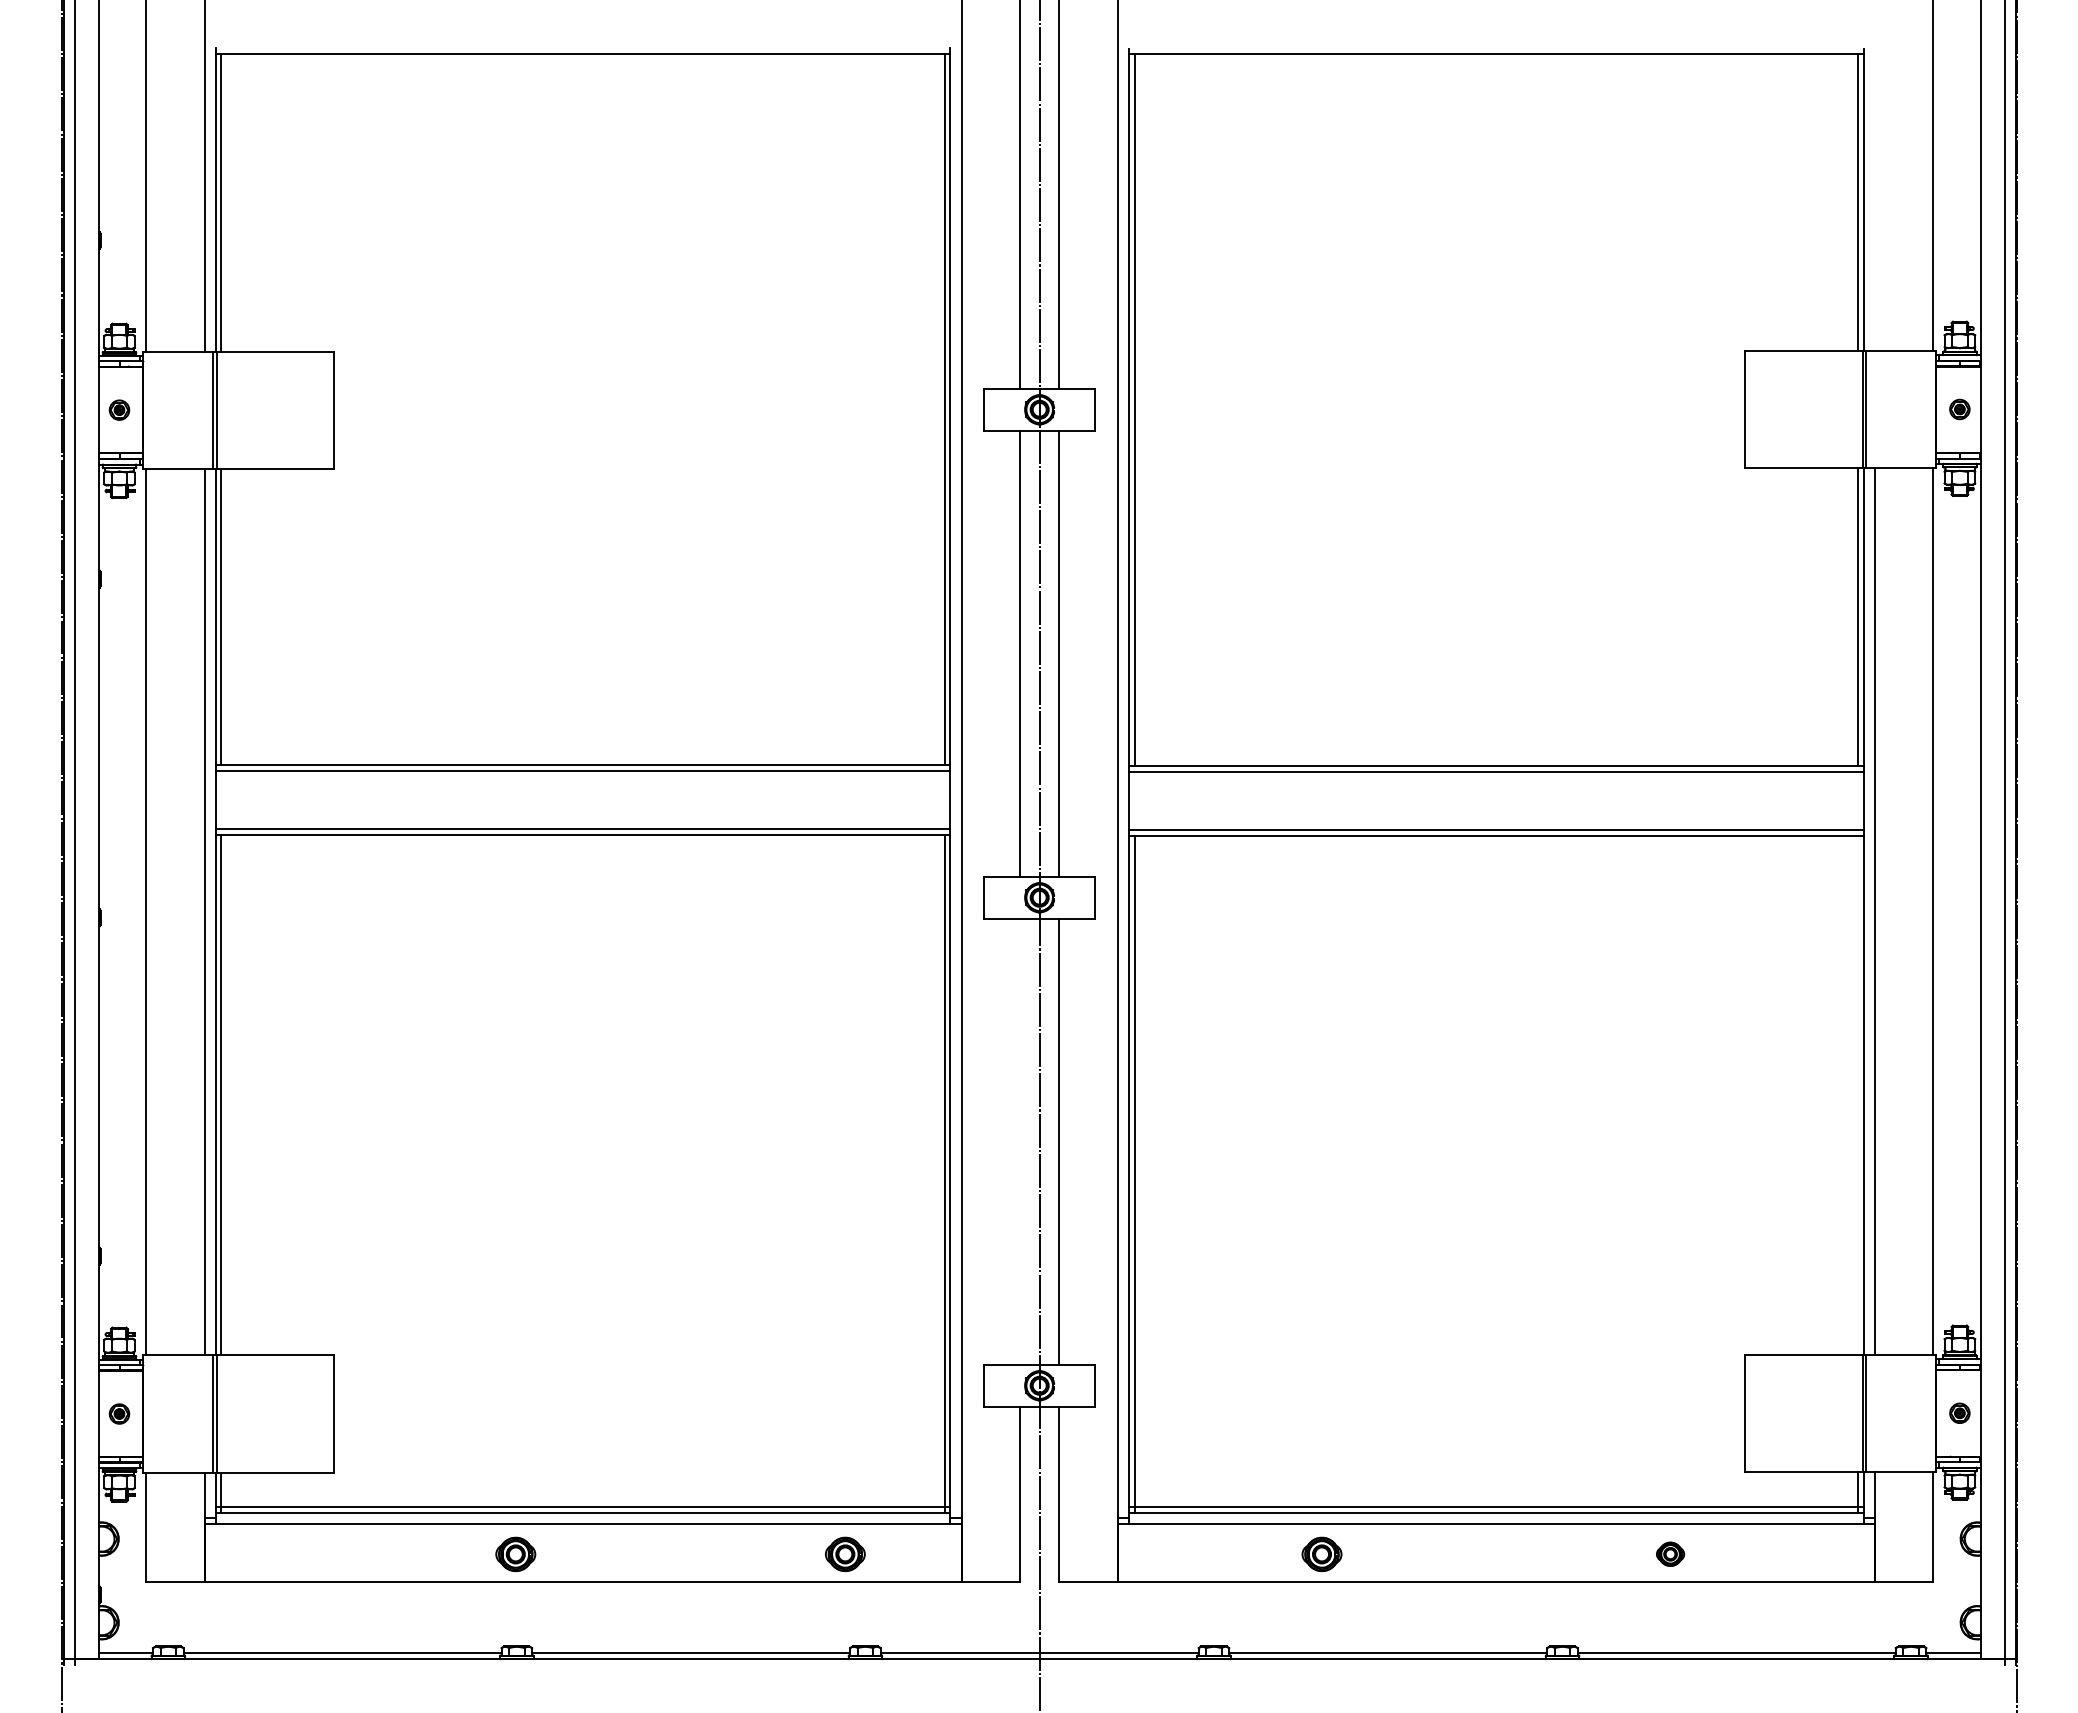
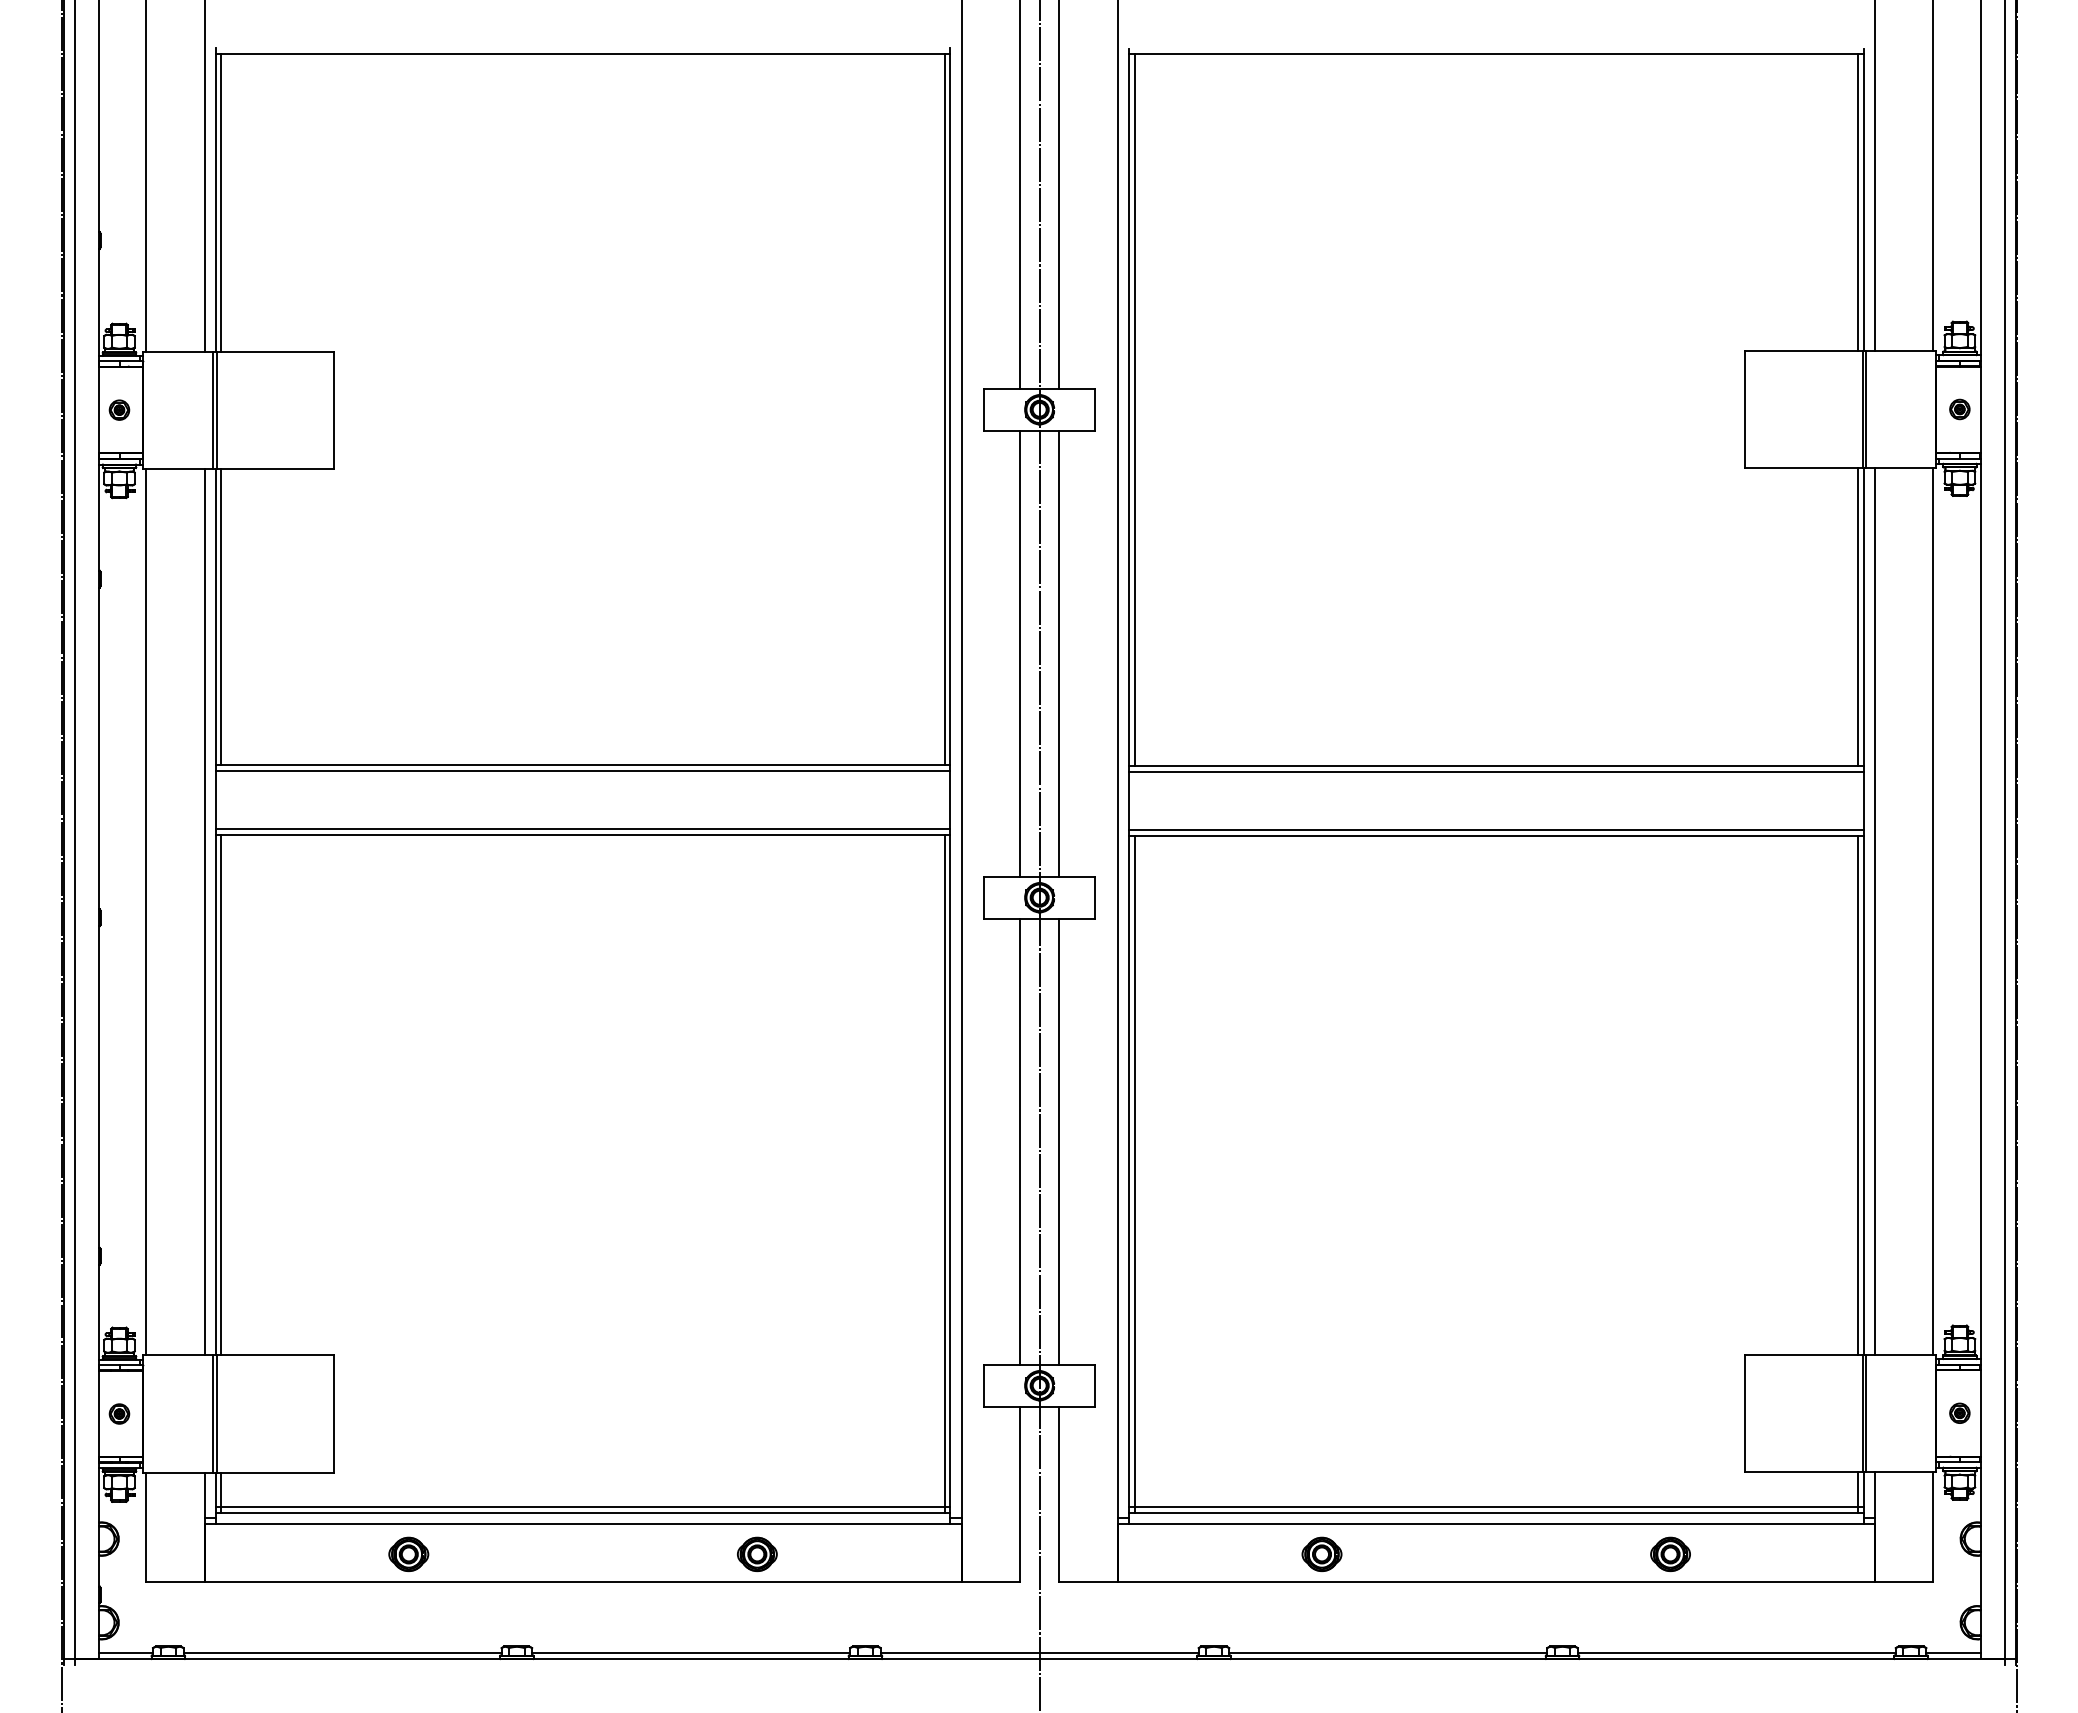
line at (1874, 176): none -> present
line at (1858, 1094): none -> present
line at (1020, 1141): none -> present
part at (515, 1553) position: (515, 1553) -> (408, 1553)
part at (845, 1553) position: (845, 1553) -> (757, 1553)
part at (1670, 1553) size: 30x26 px -> 41x36 px
